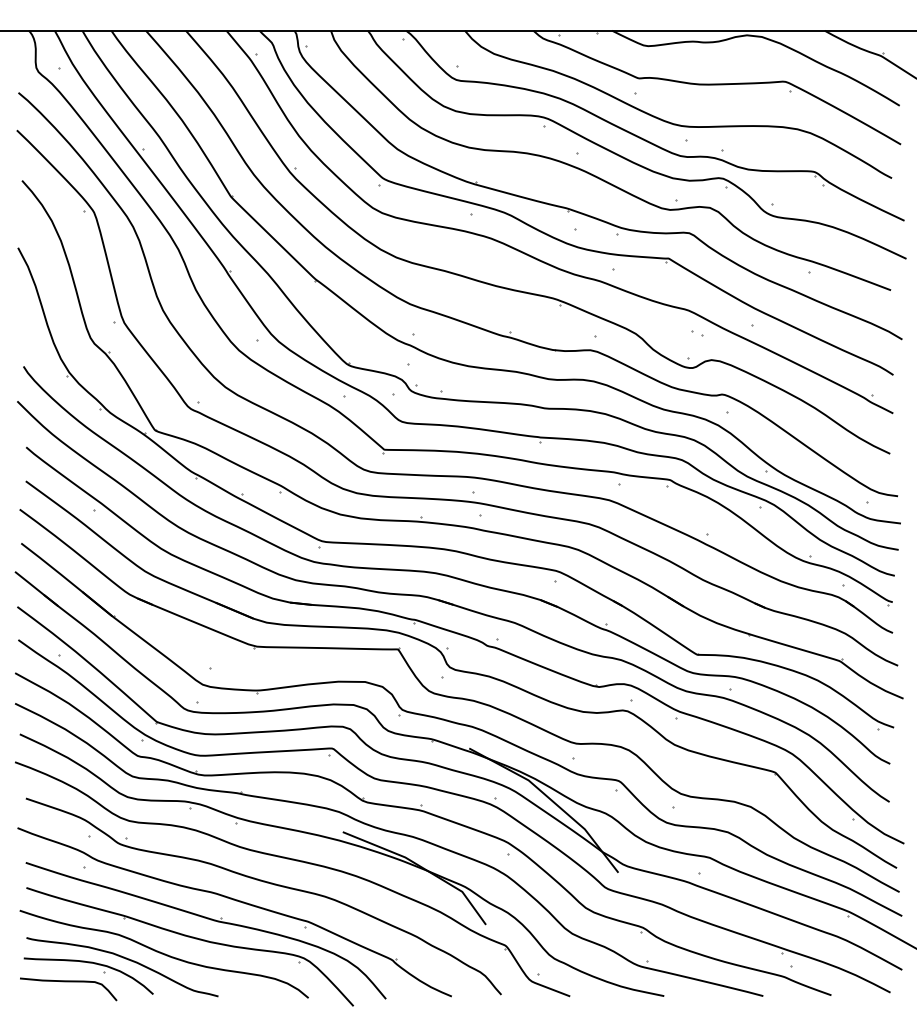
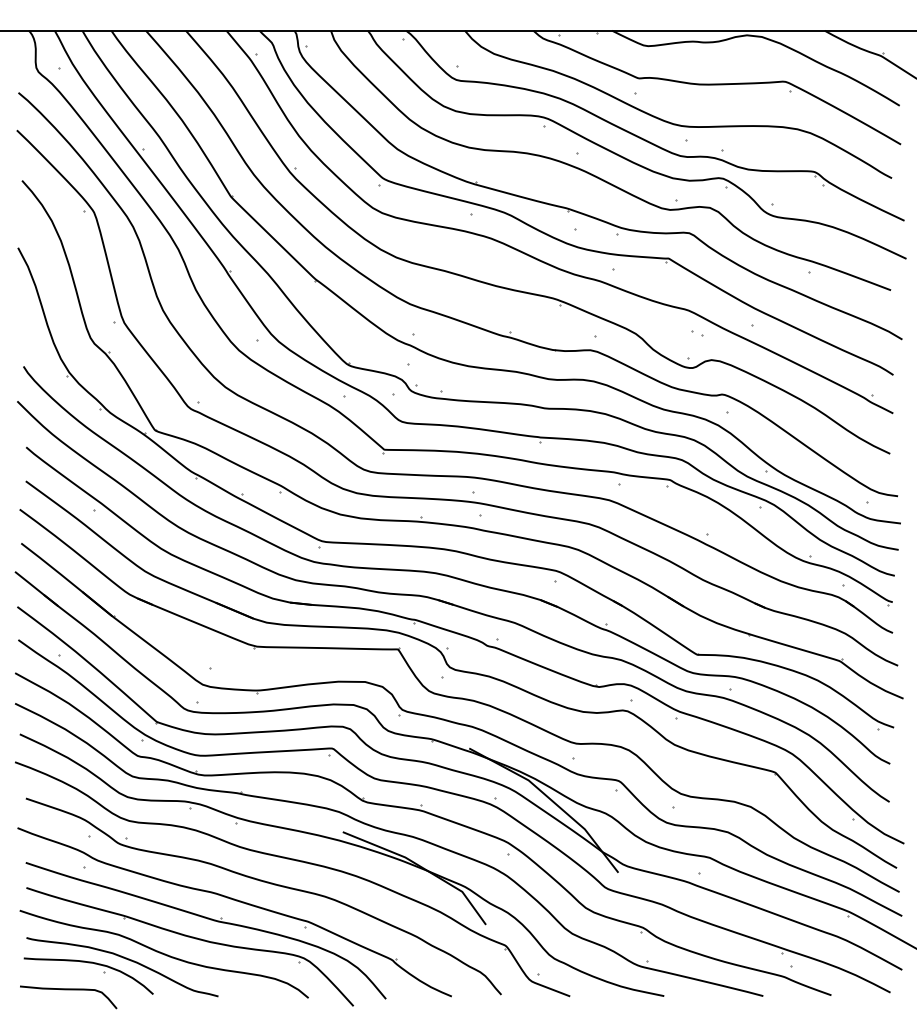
curve at (68, 982) position: (68, 982) -> (68, 990)
